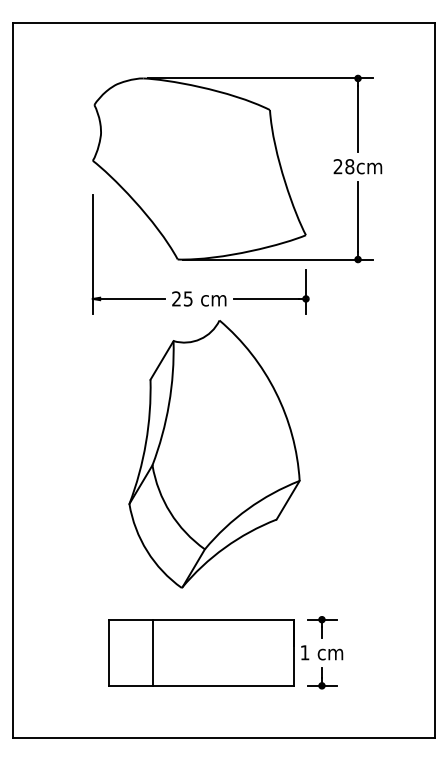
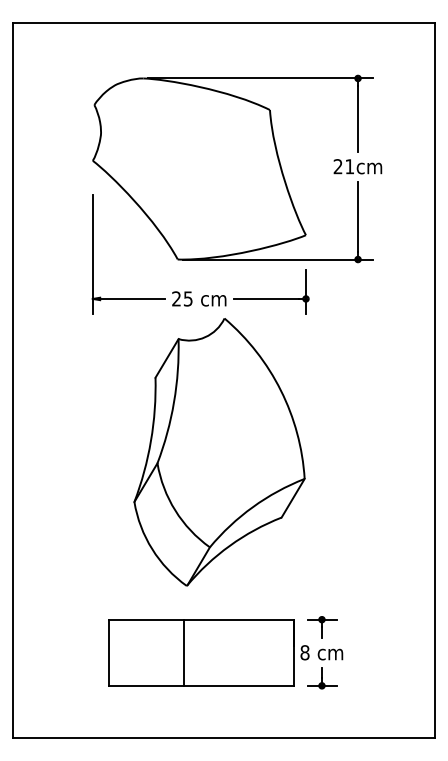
text at (349, 166): 28cm -> 21cm
part at (214, 454) position: (214, 454) -> (219, 452)
line at (152, 652) position: (152, 652) -> (183, 652)
text at (304, 652): 1 -> 8
